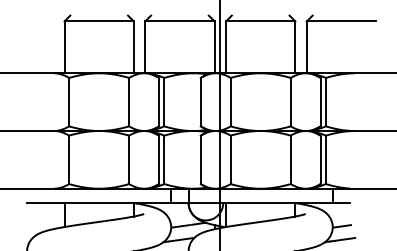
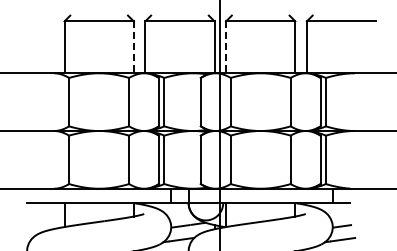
line at (133, 47): solid -> dashed
line at (226, 47): solid -> dashed
